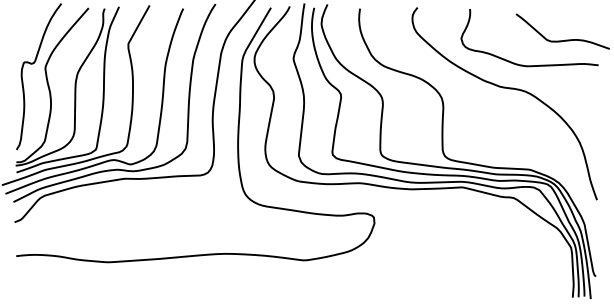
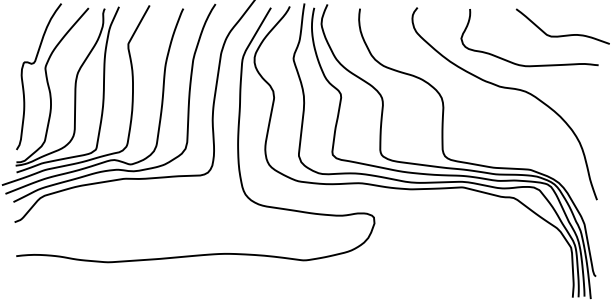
curve at (565, 39) position: (565, 39) -> (565, 34)
